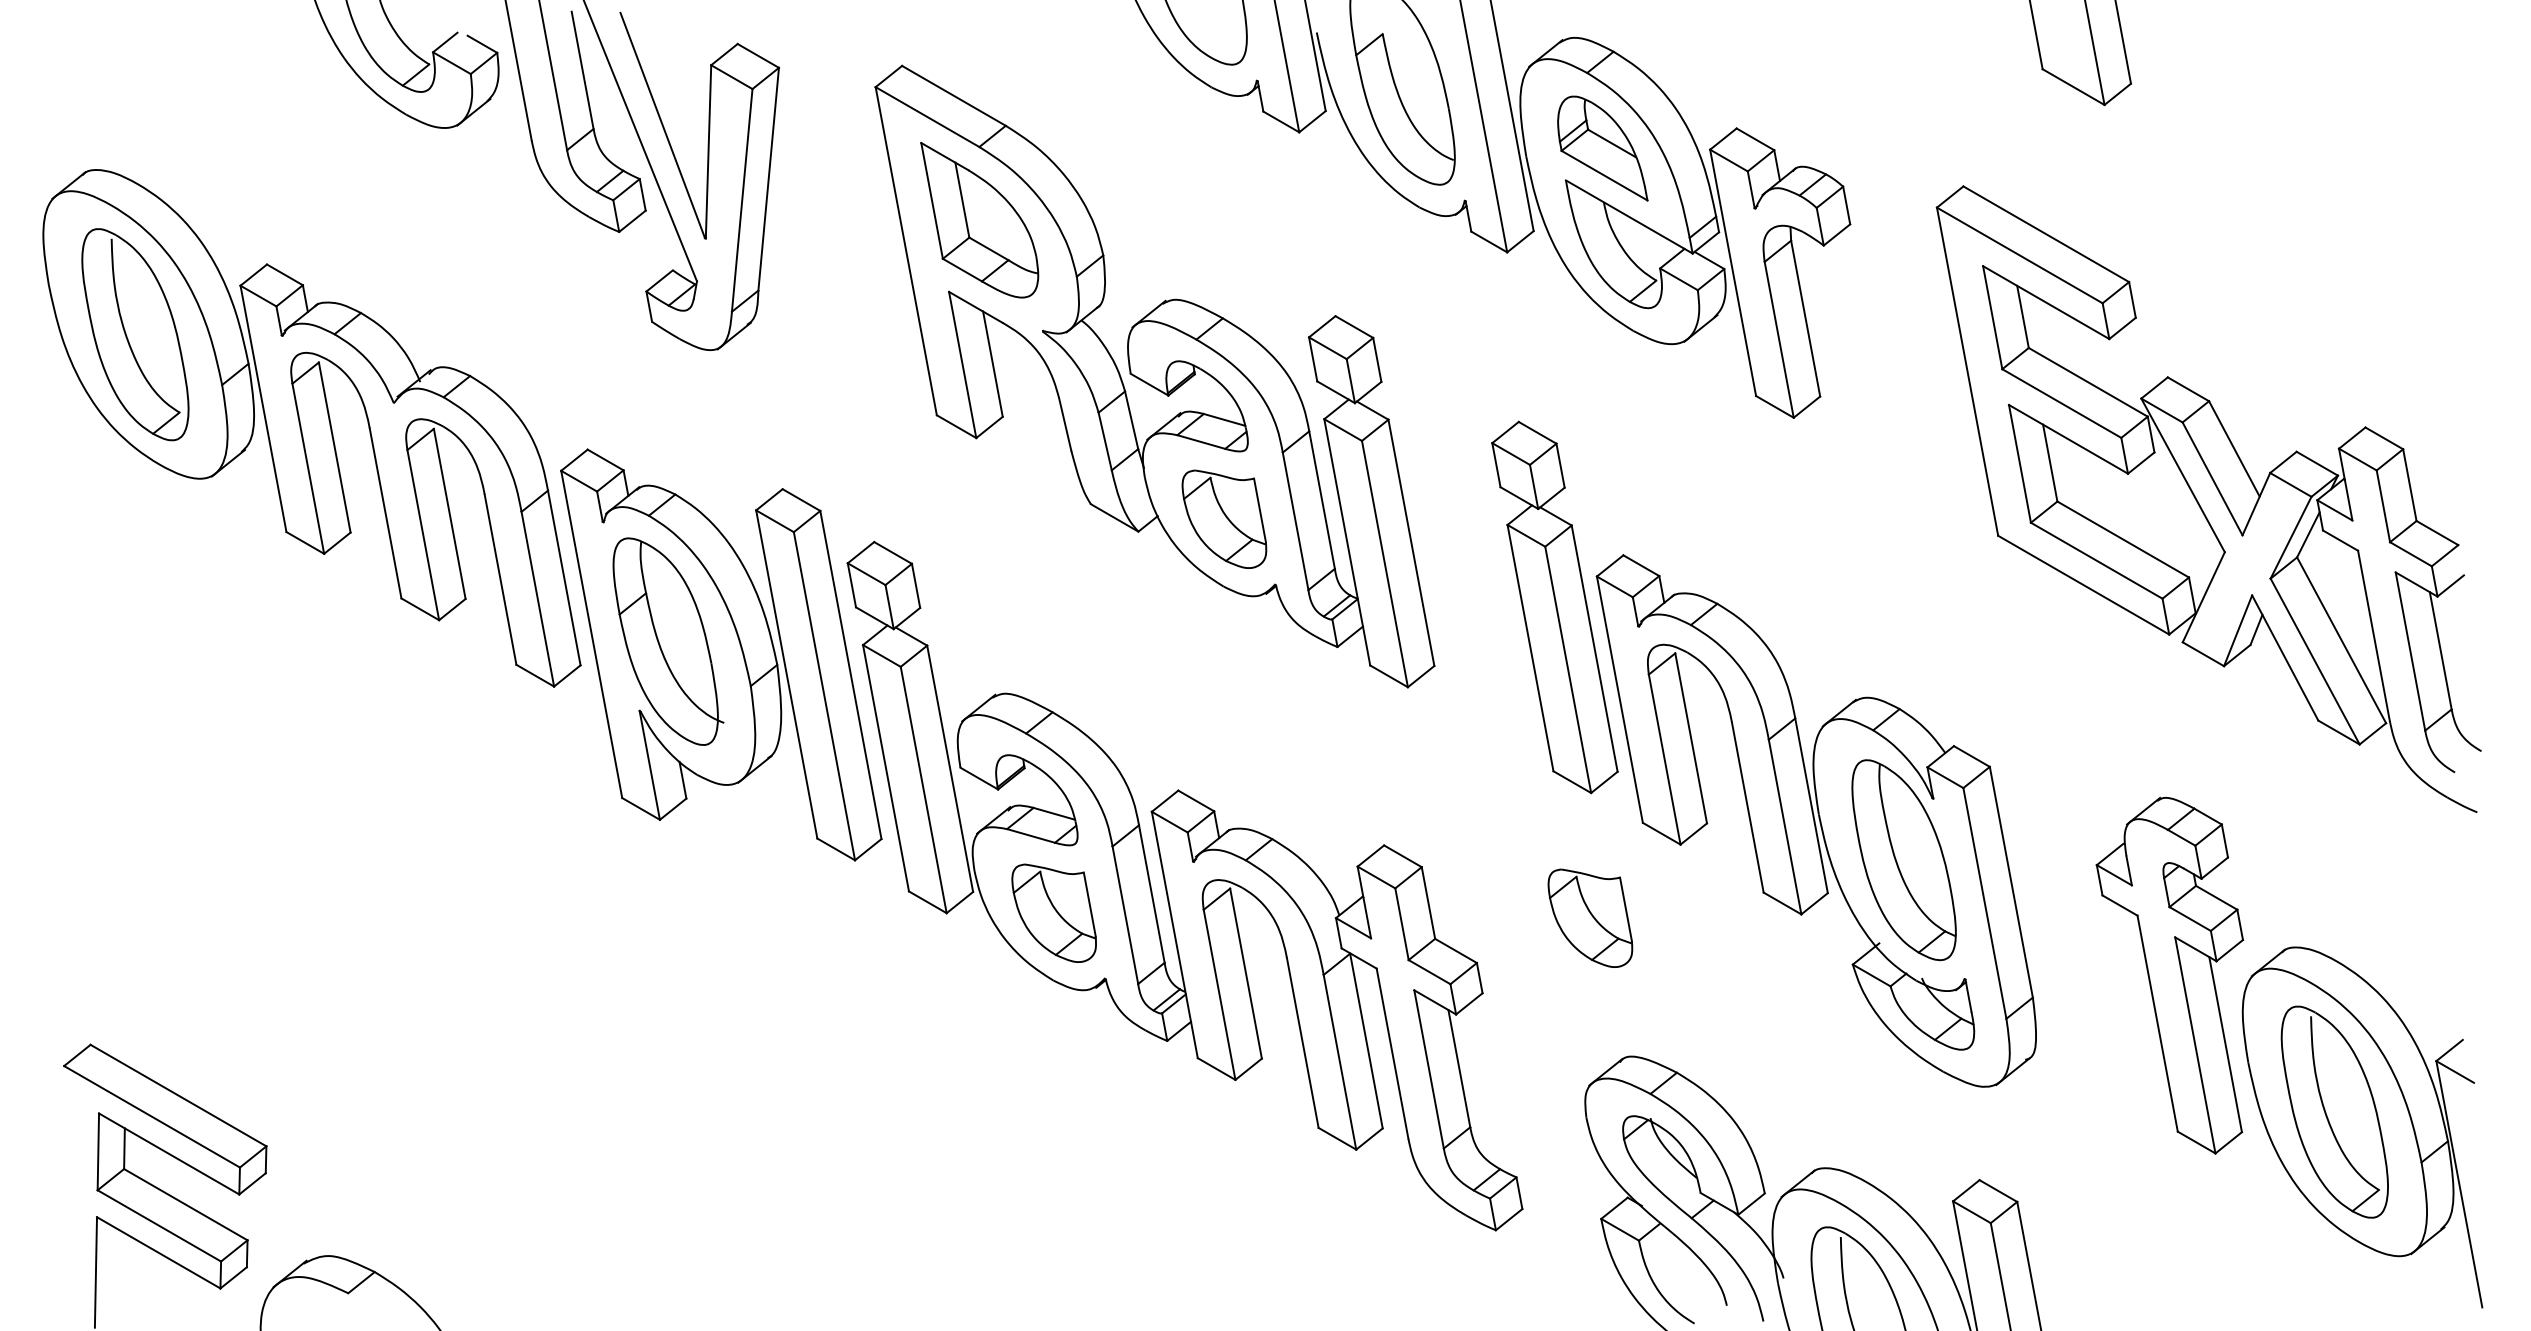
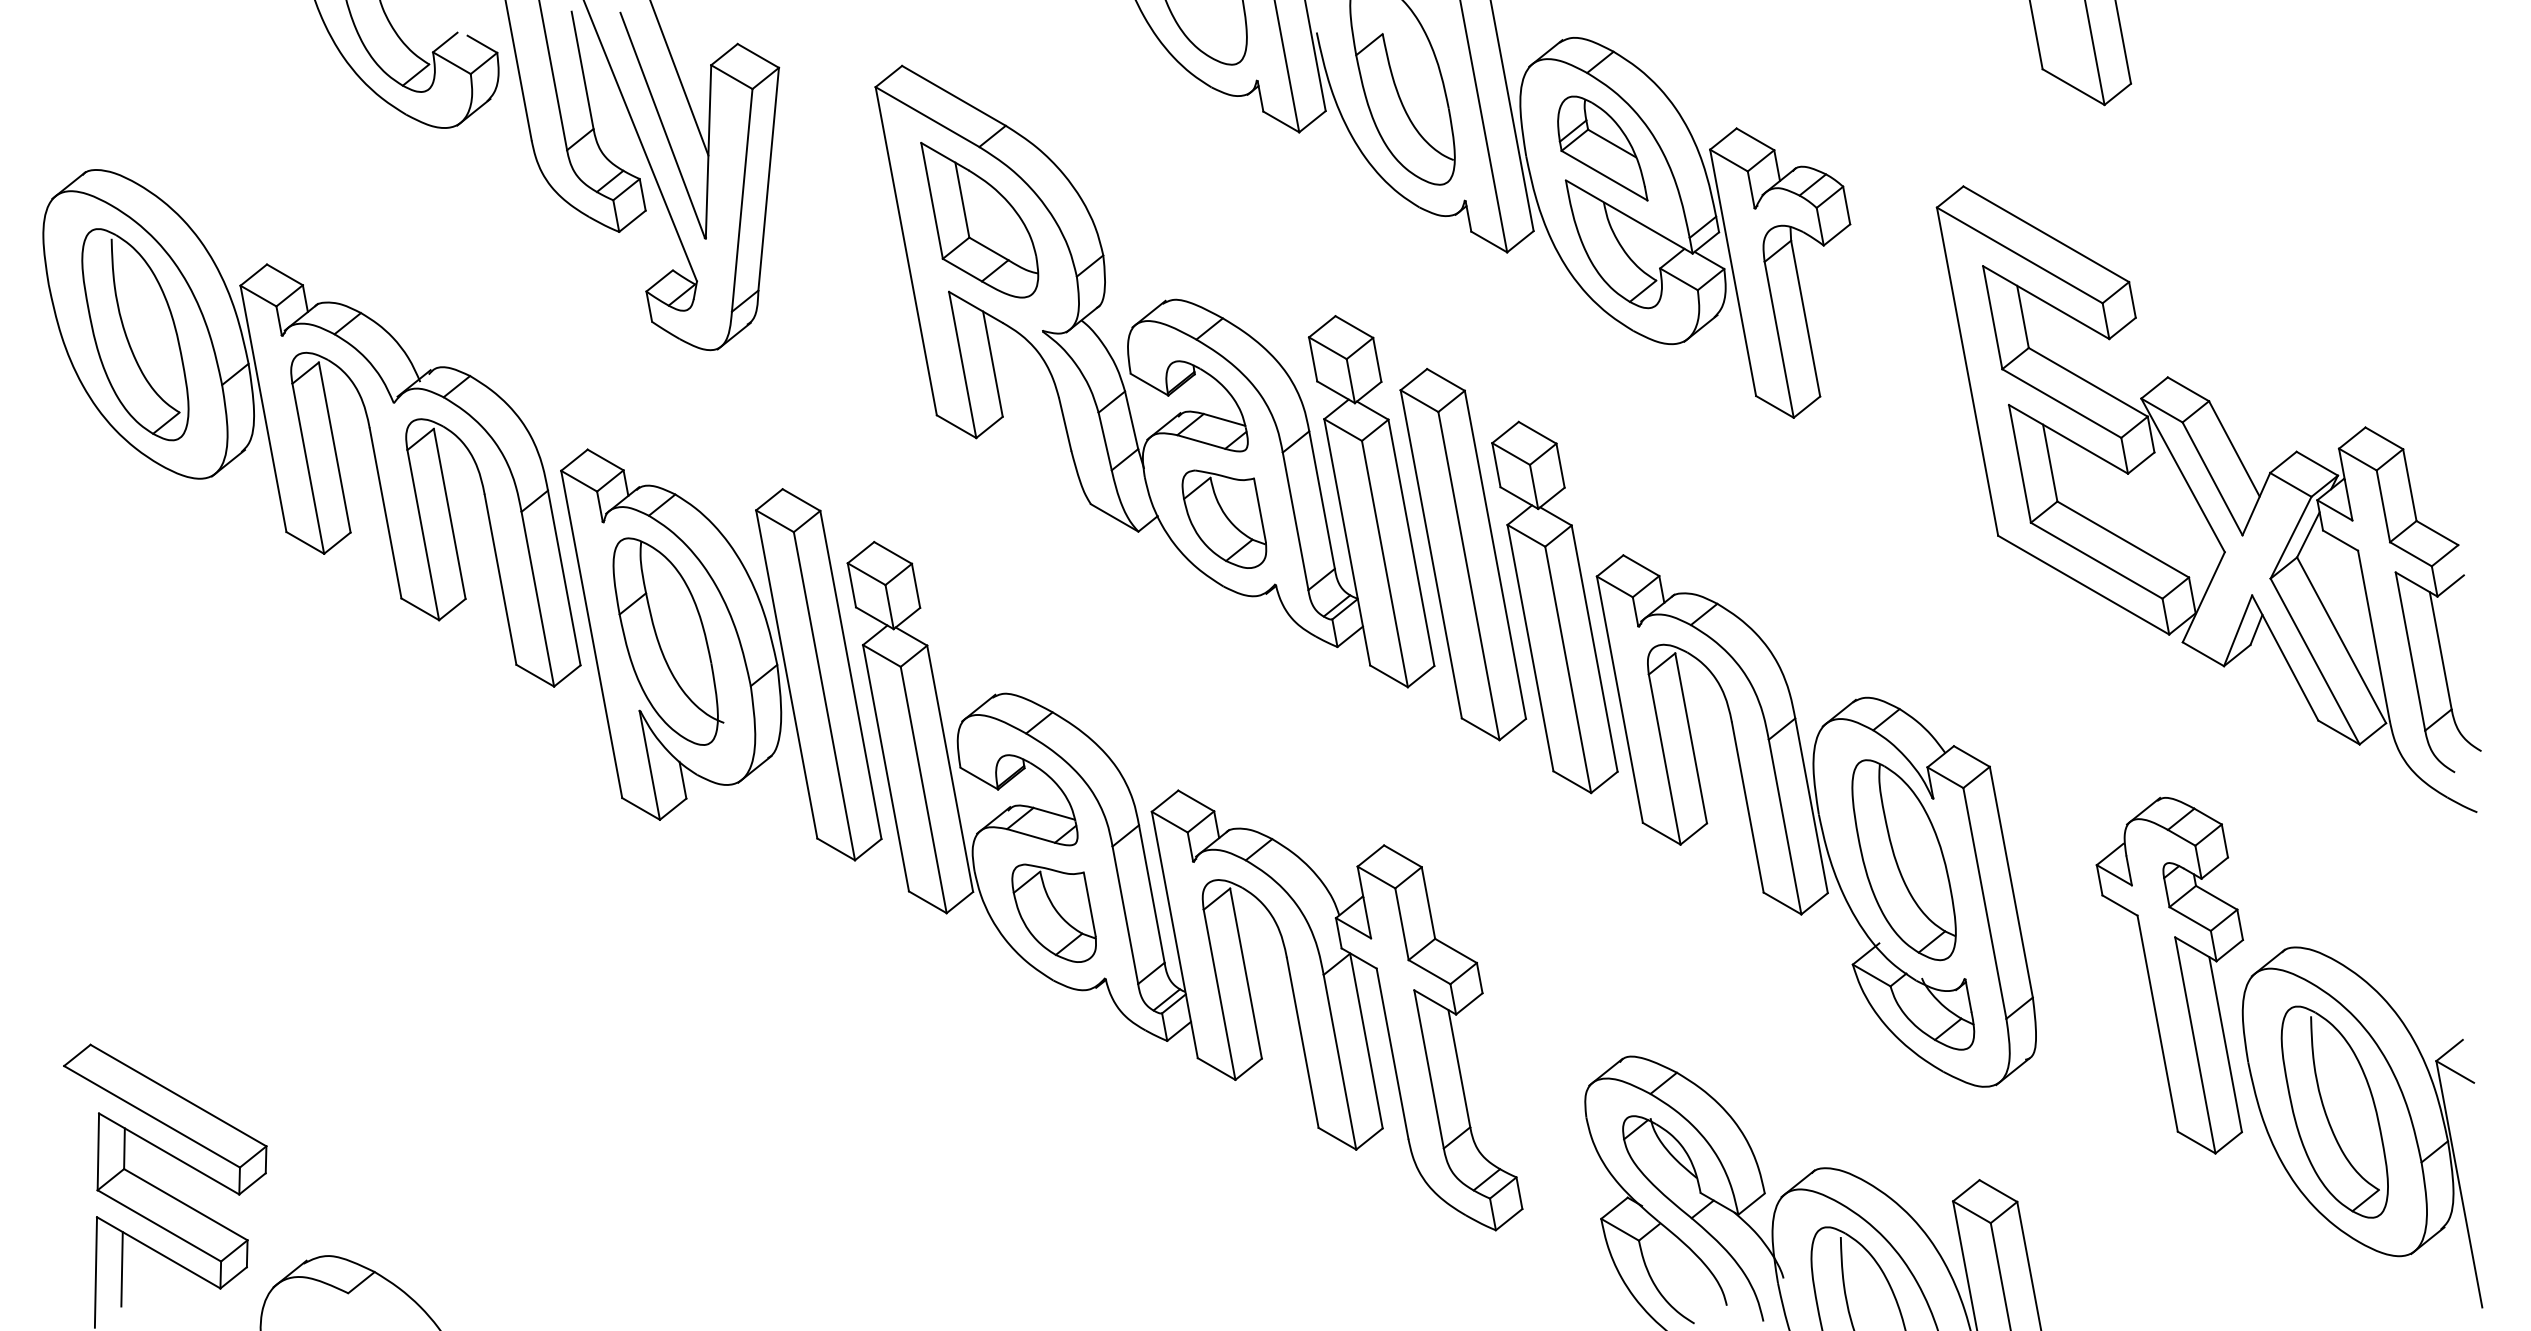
line at (679, 78): none -> present
part at (1463, 554): none -> present
part at (1590, 917): present -> none
line at (121, 1269): none -> present
